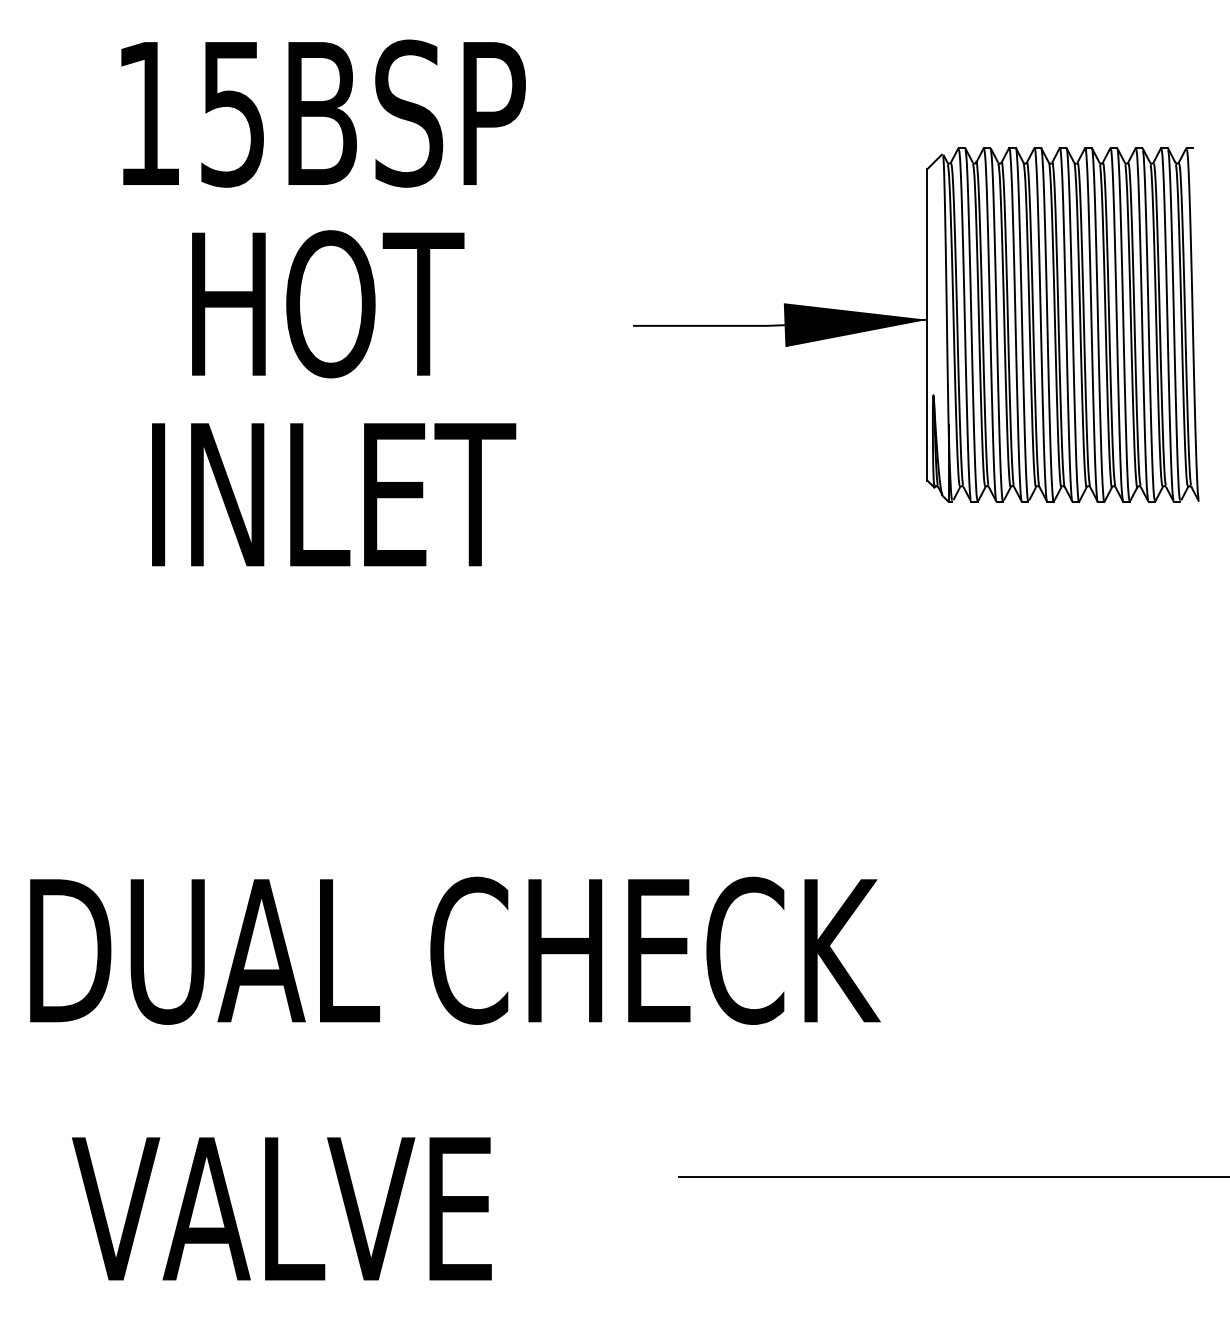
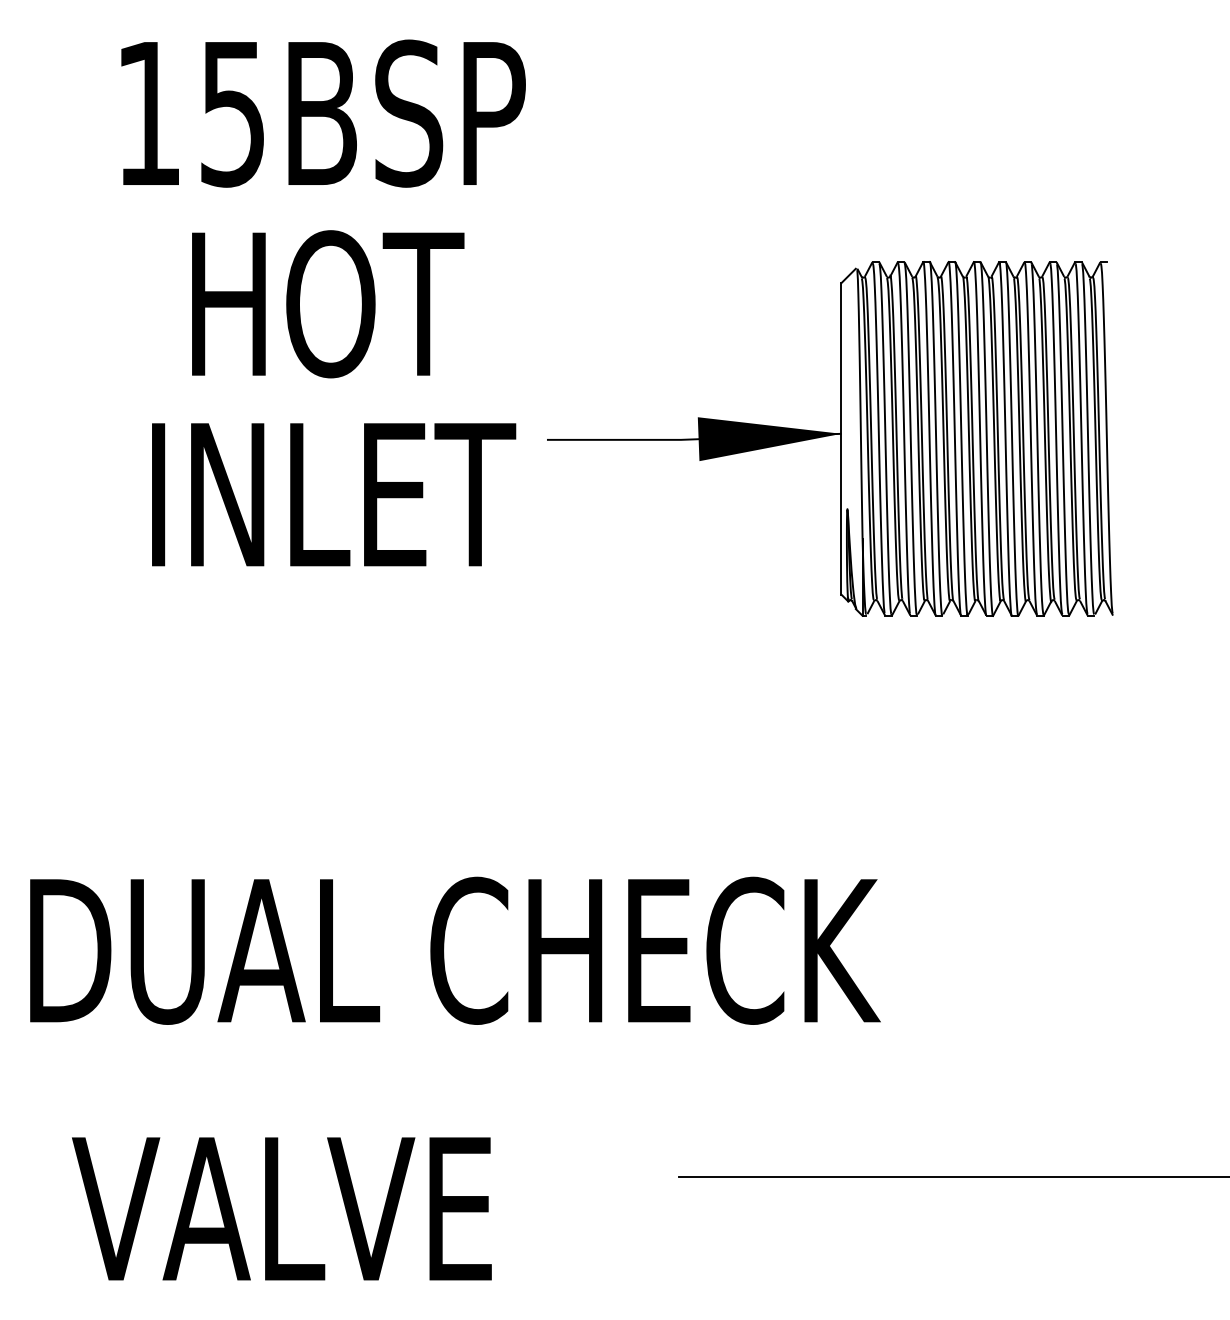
part at (916, 324) position: (916, 324) -> (830, 438)
